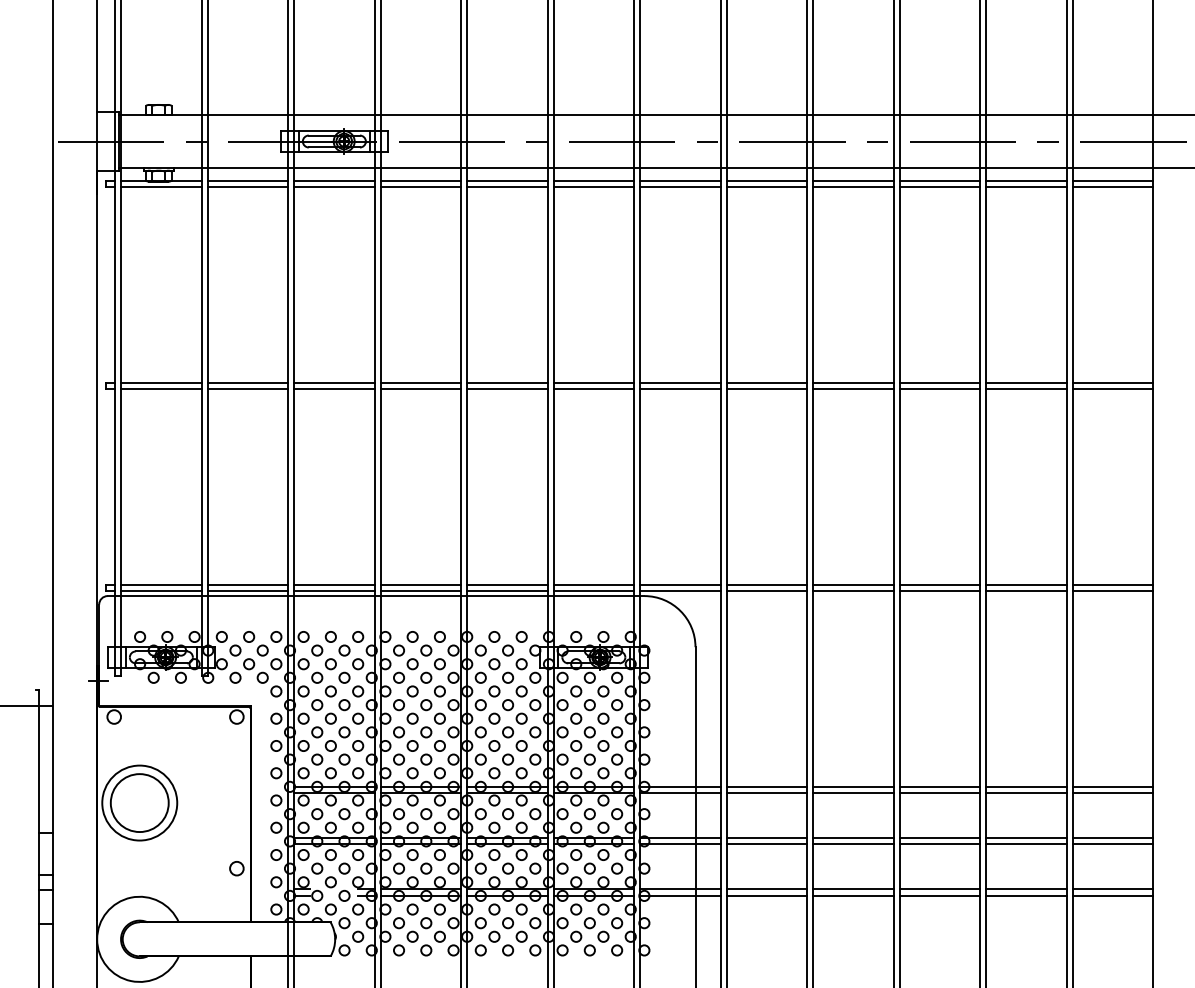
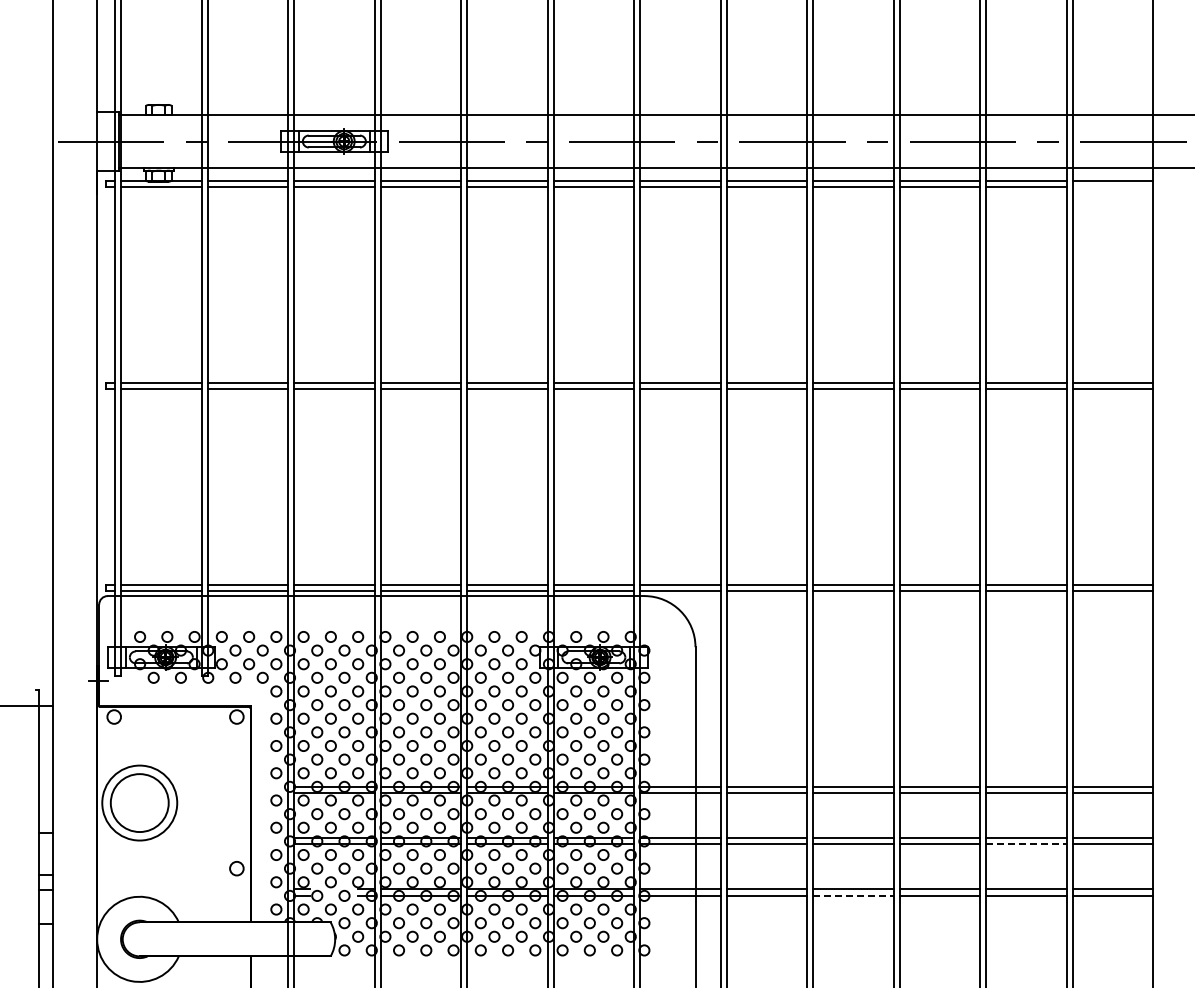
line at (1112, 186): present -> none
line at (1026, 844): solid -> dashed
line at (853, 895): solid -> dashed
